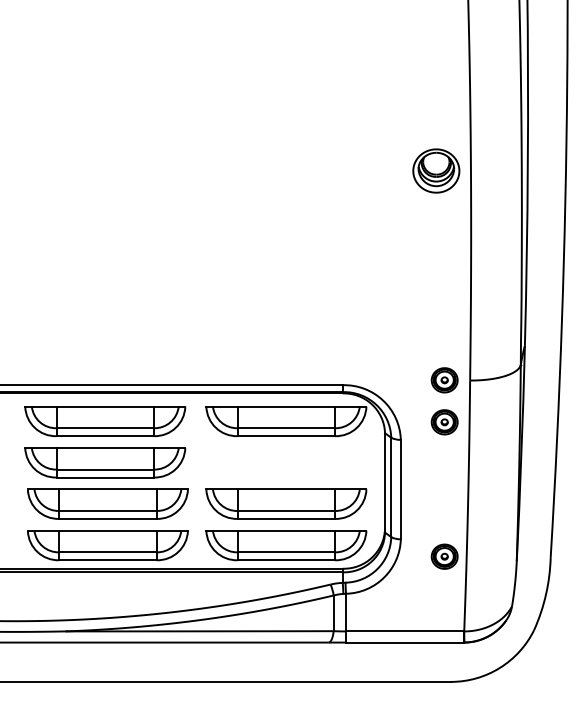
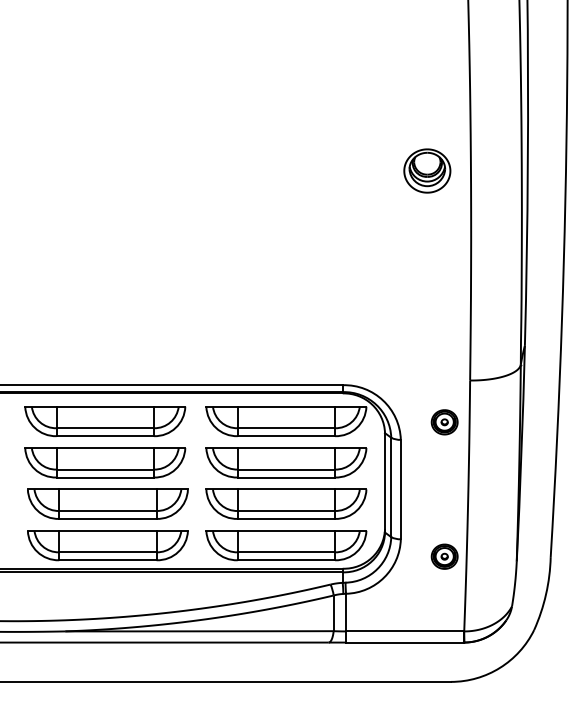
part at (436, 170) position: (436, 170) -> (427, 170)
part at (444, 380): present -> none
part at (286, 462): none -> present
